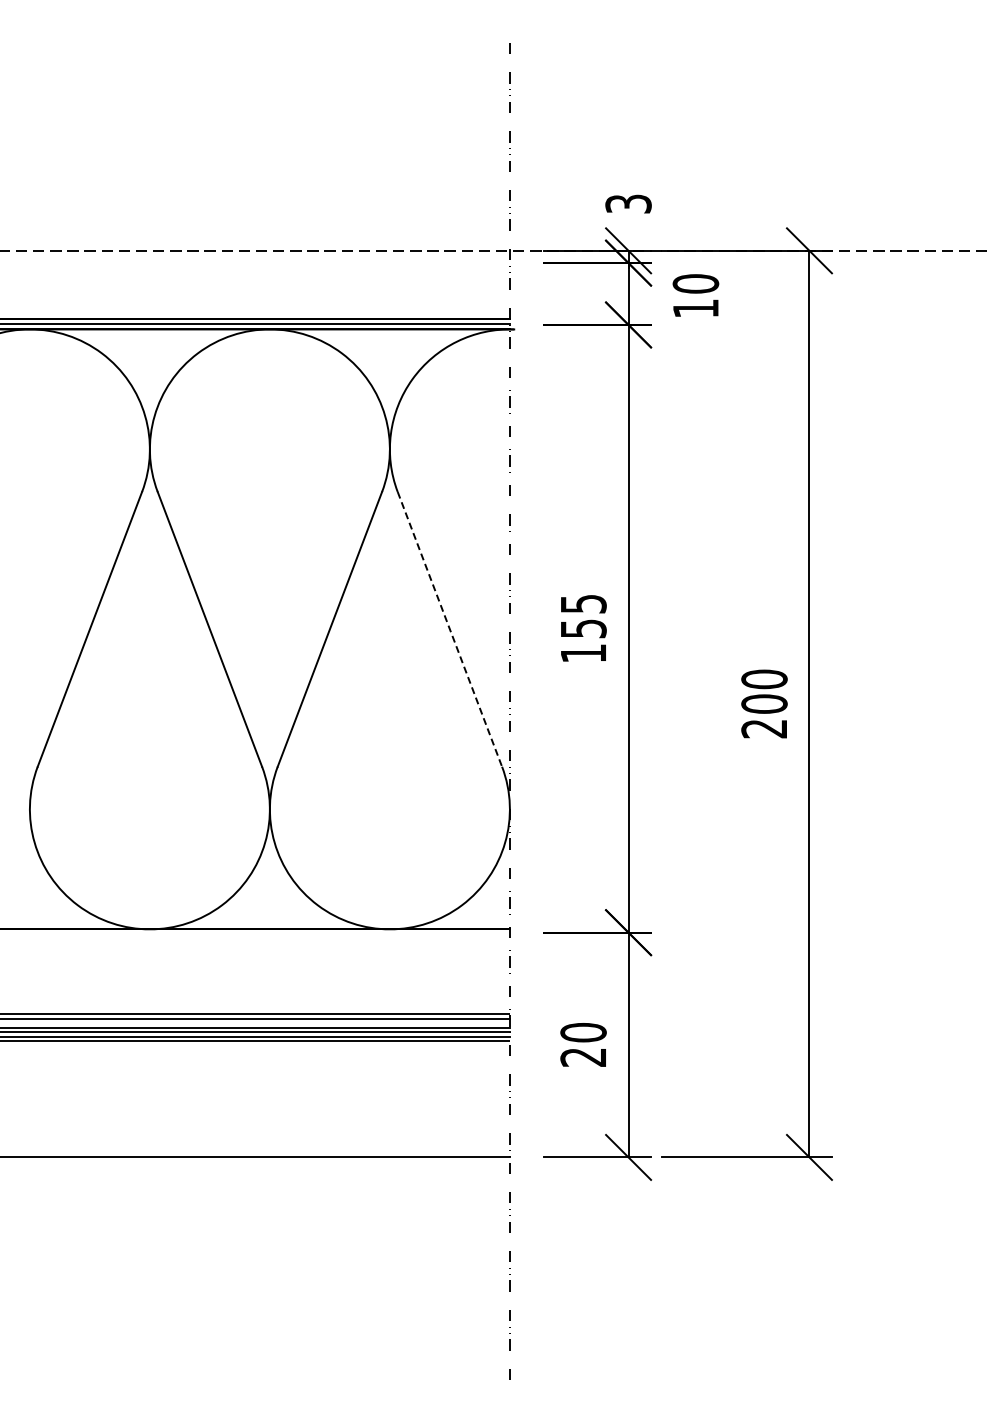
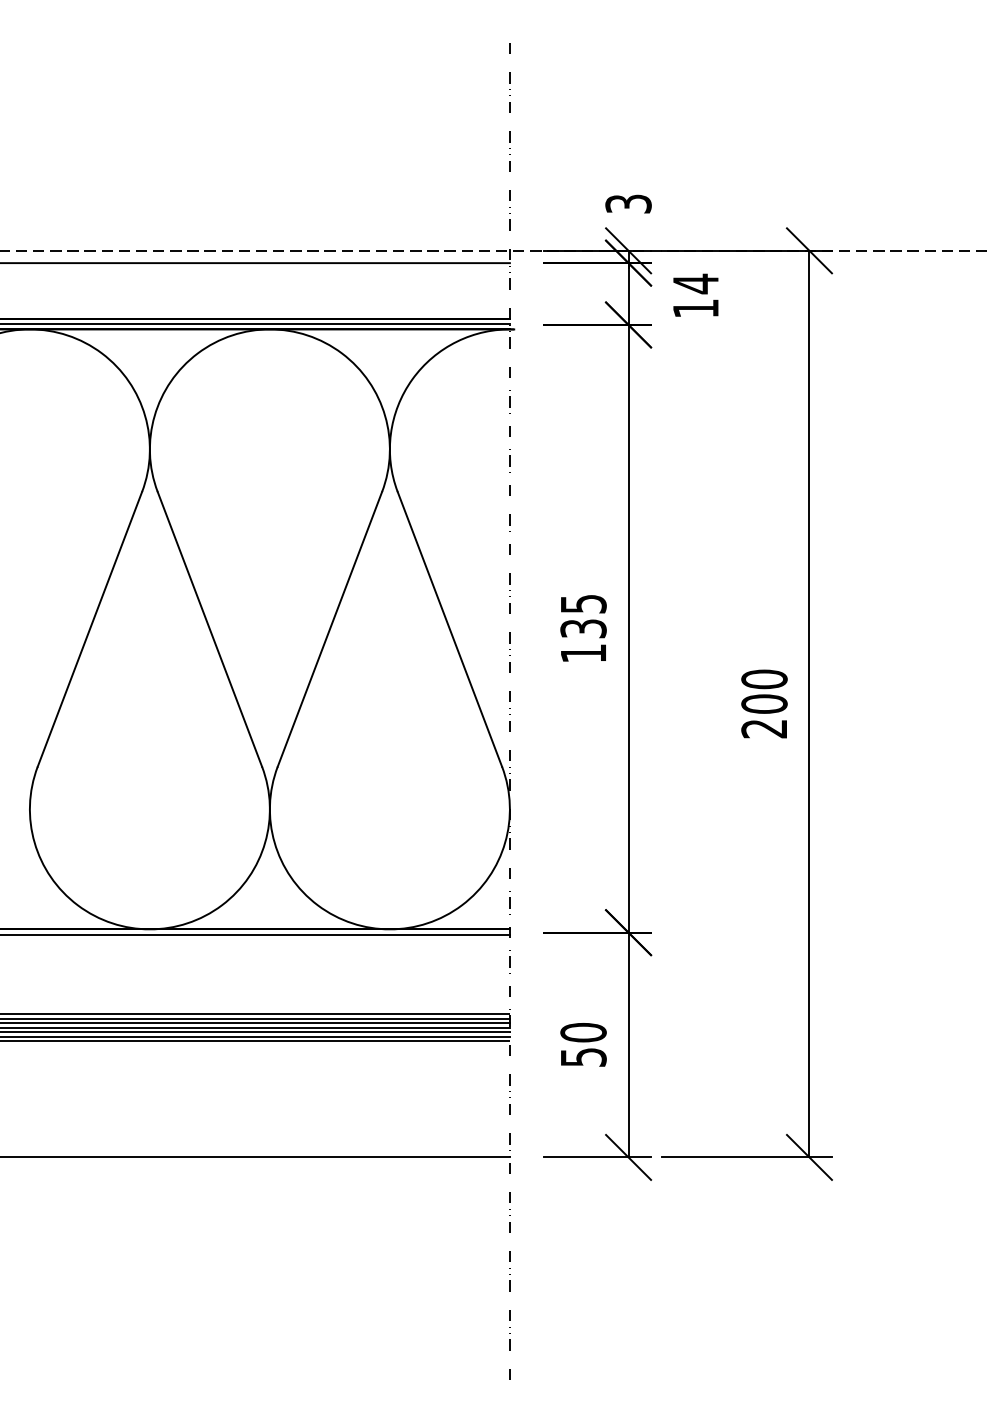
line at (255, 263): none -> present
text at (695, 283): 10 -> 14
text at (583, 628): 155 -> 135
line at (449, 629): dashed -> solid
line at (255, 935): none -> present
line at (255, 1023): none -> present
text at (583, 1057): 20 -> 50
